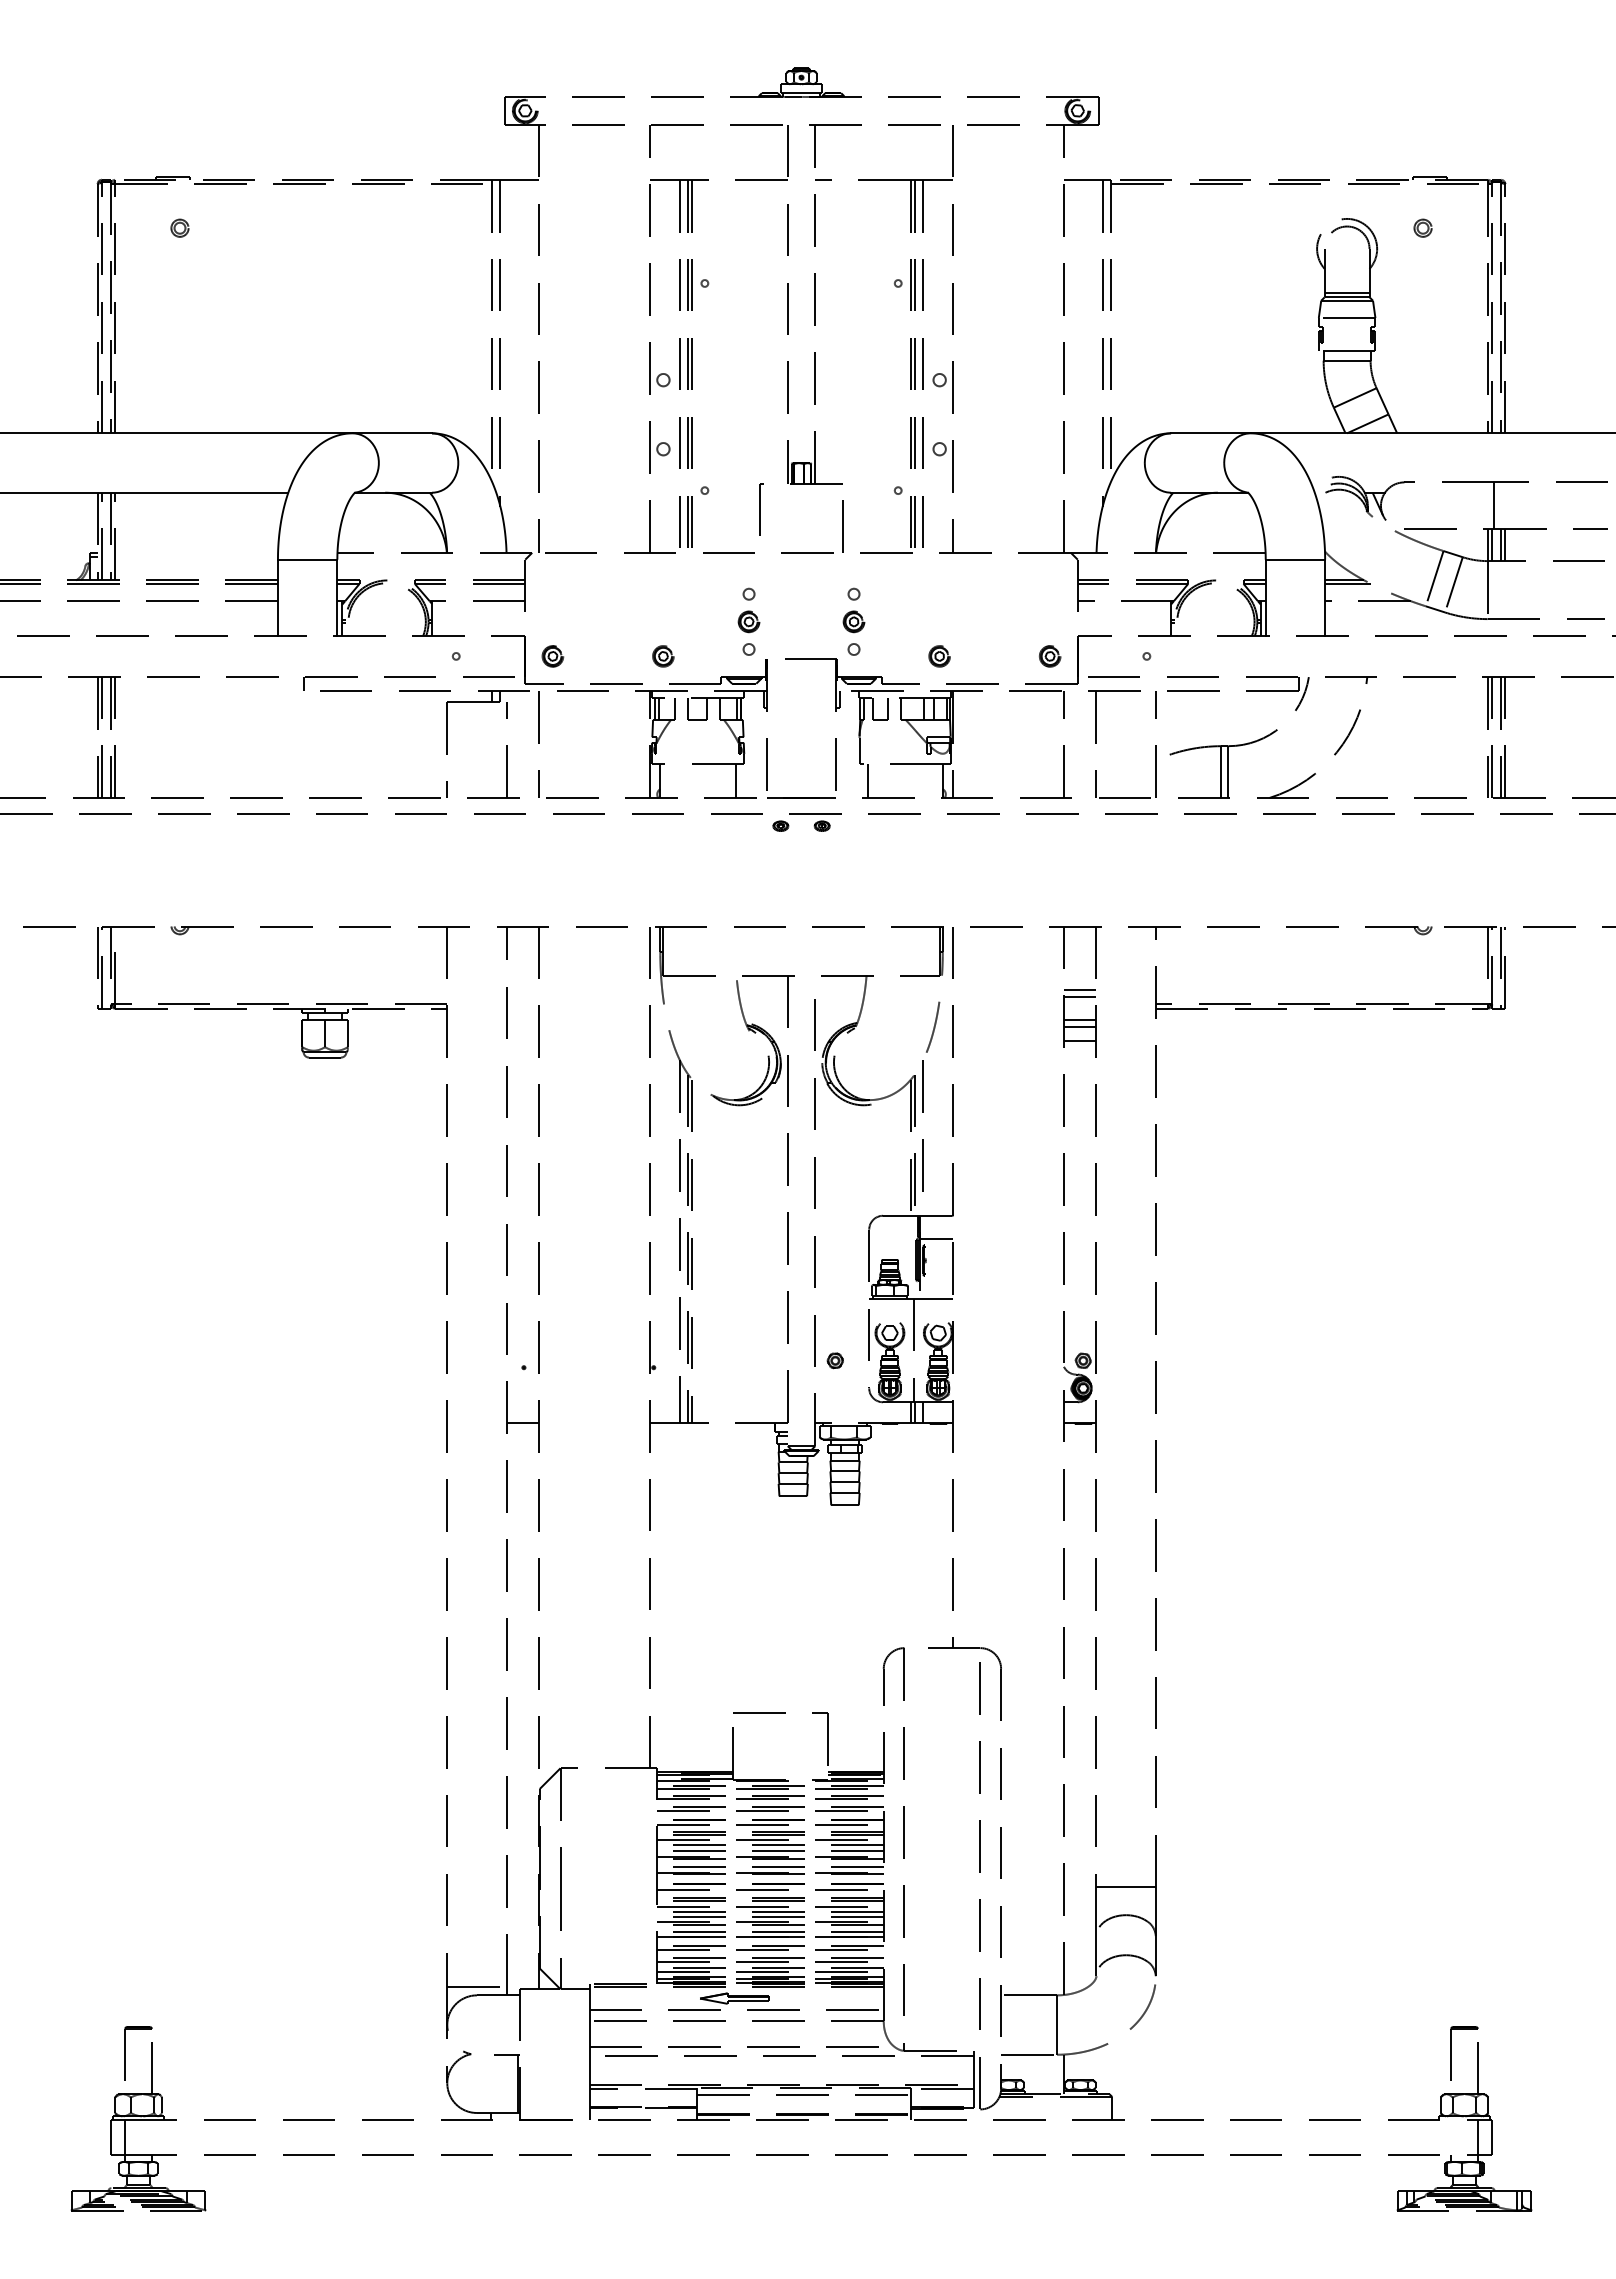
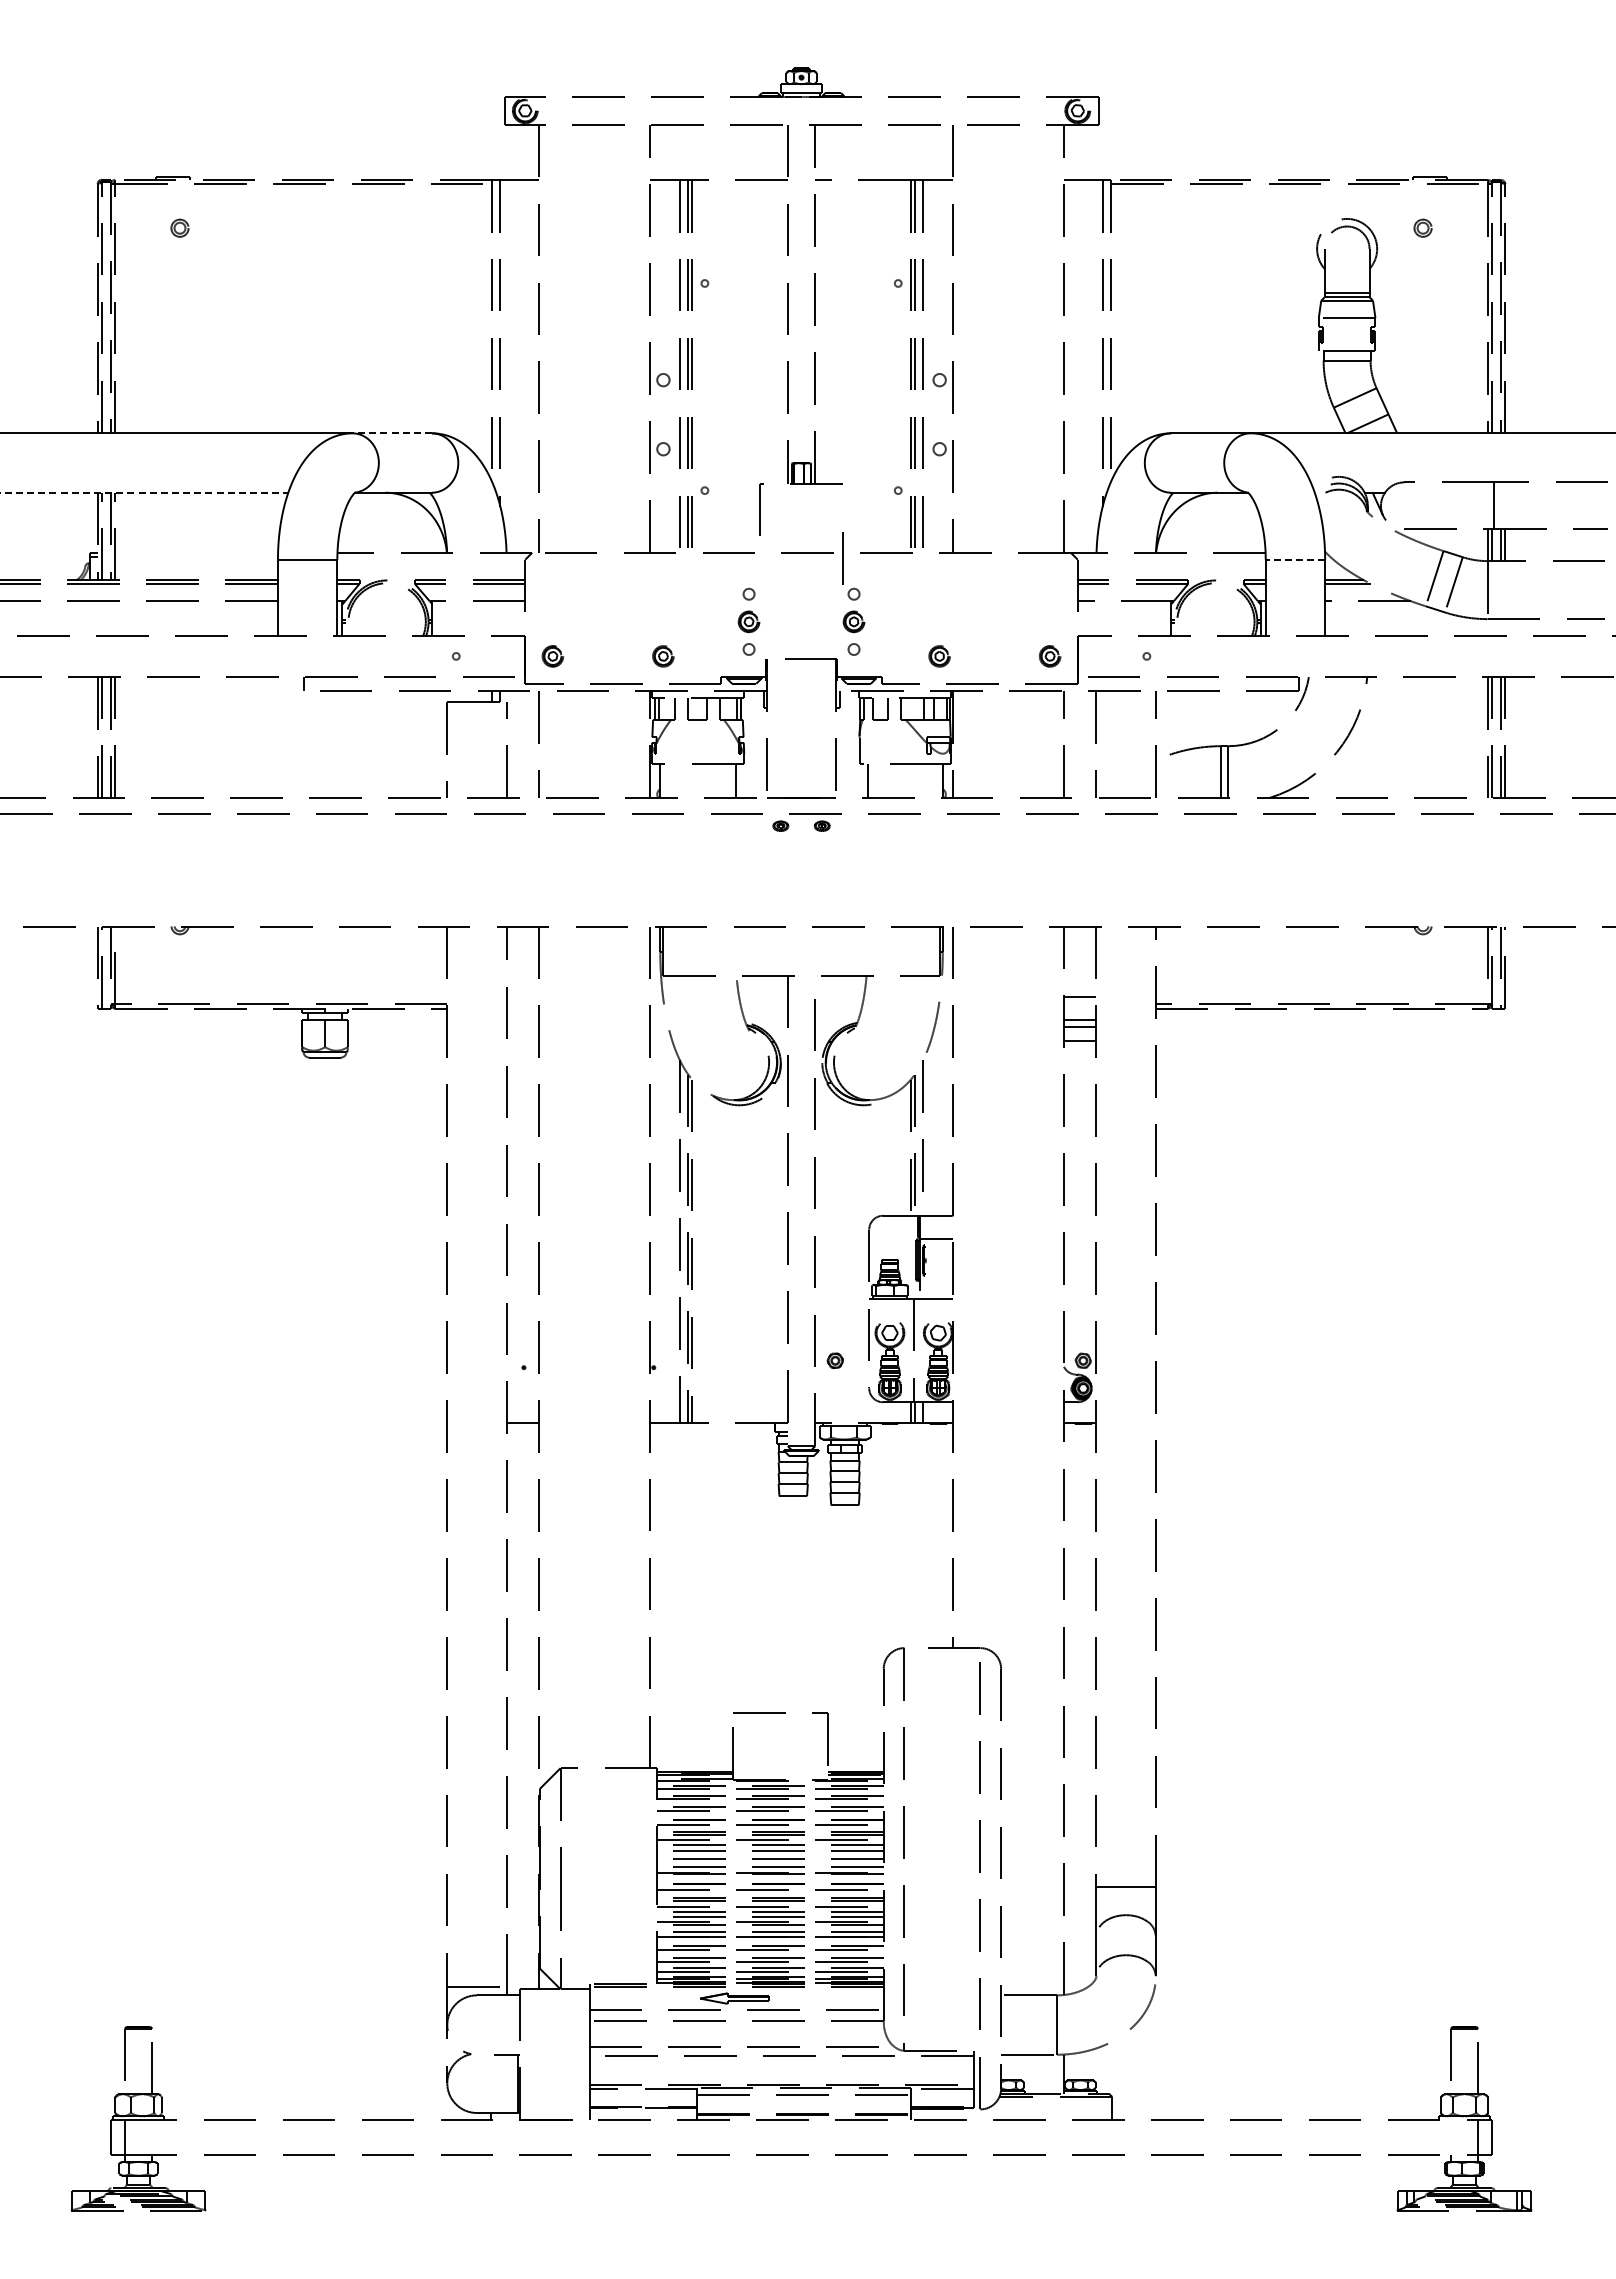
line at (392, 433): solid -> dashed
line at (144, 492): solid -> dashed
line at (842, 526) position: (842, 526) -> (842, 558)
line at (1297, 559): solid -> dashed
line at (1079, 989): present -> none
line at (770, 1856): present -> none
